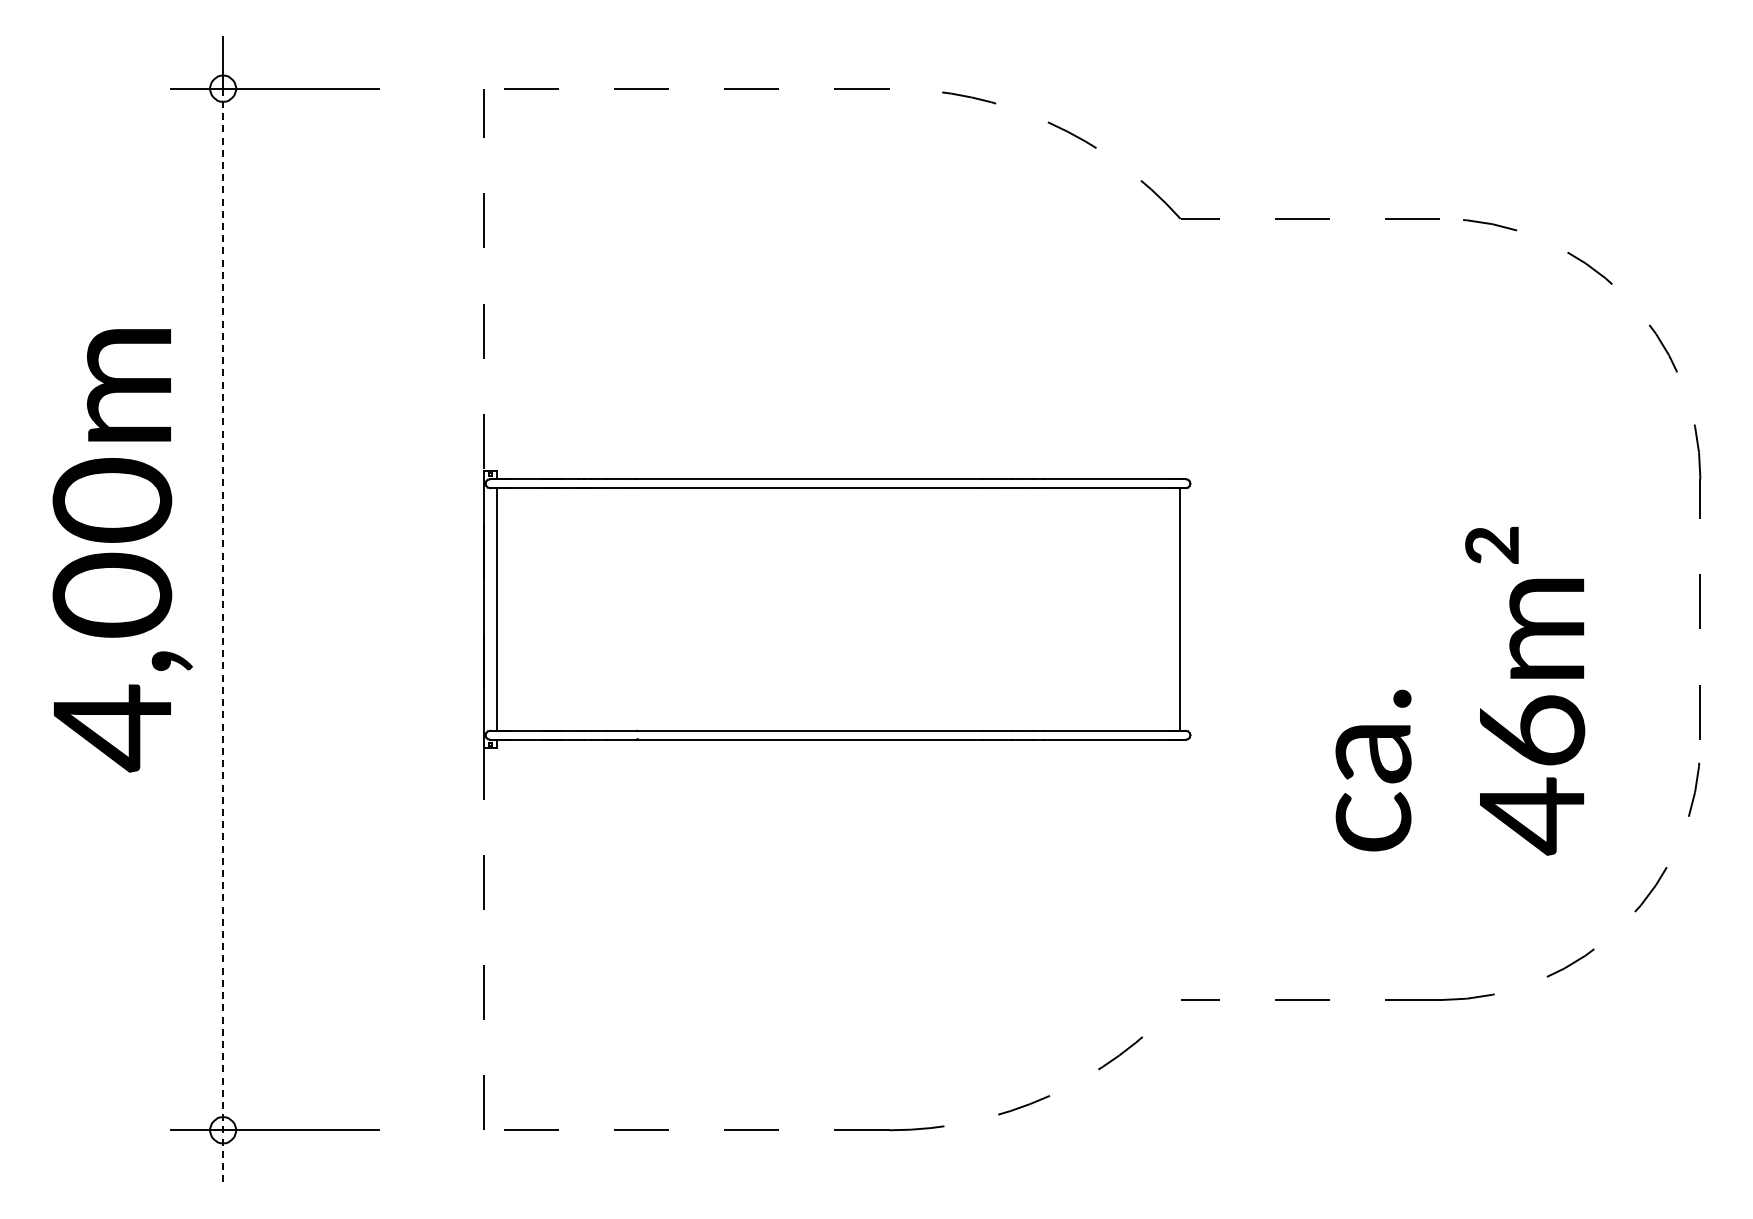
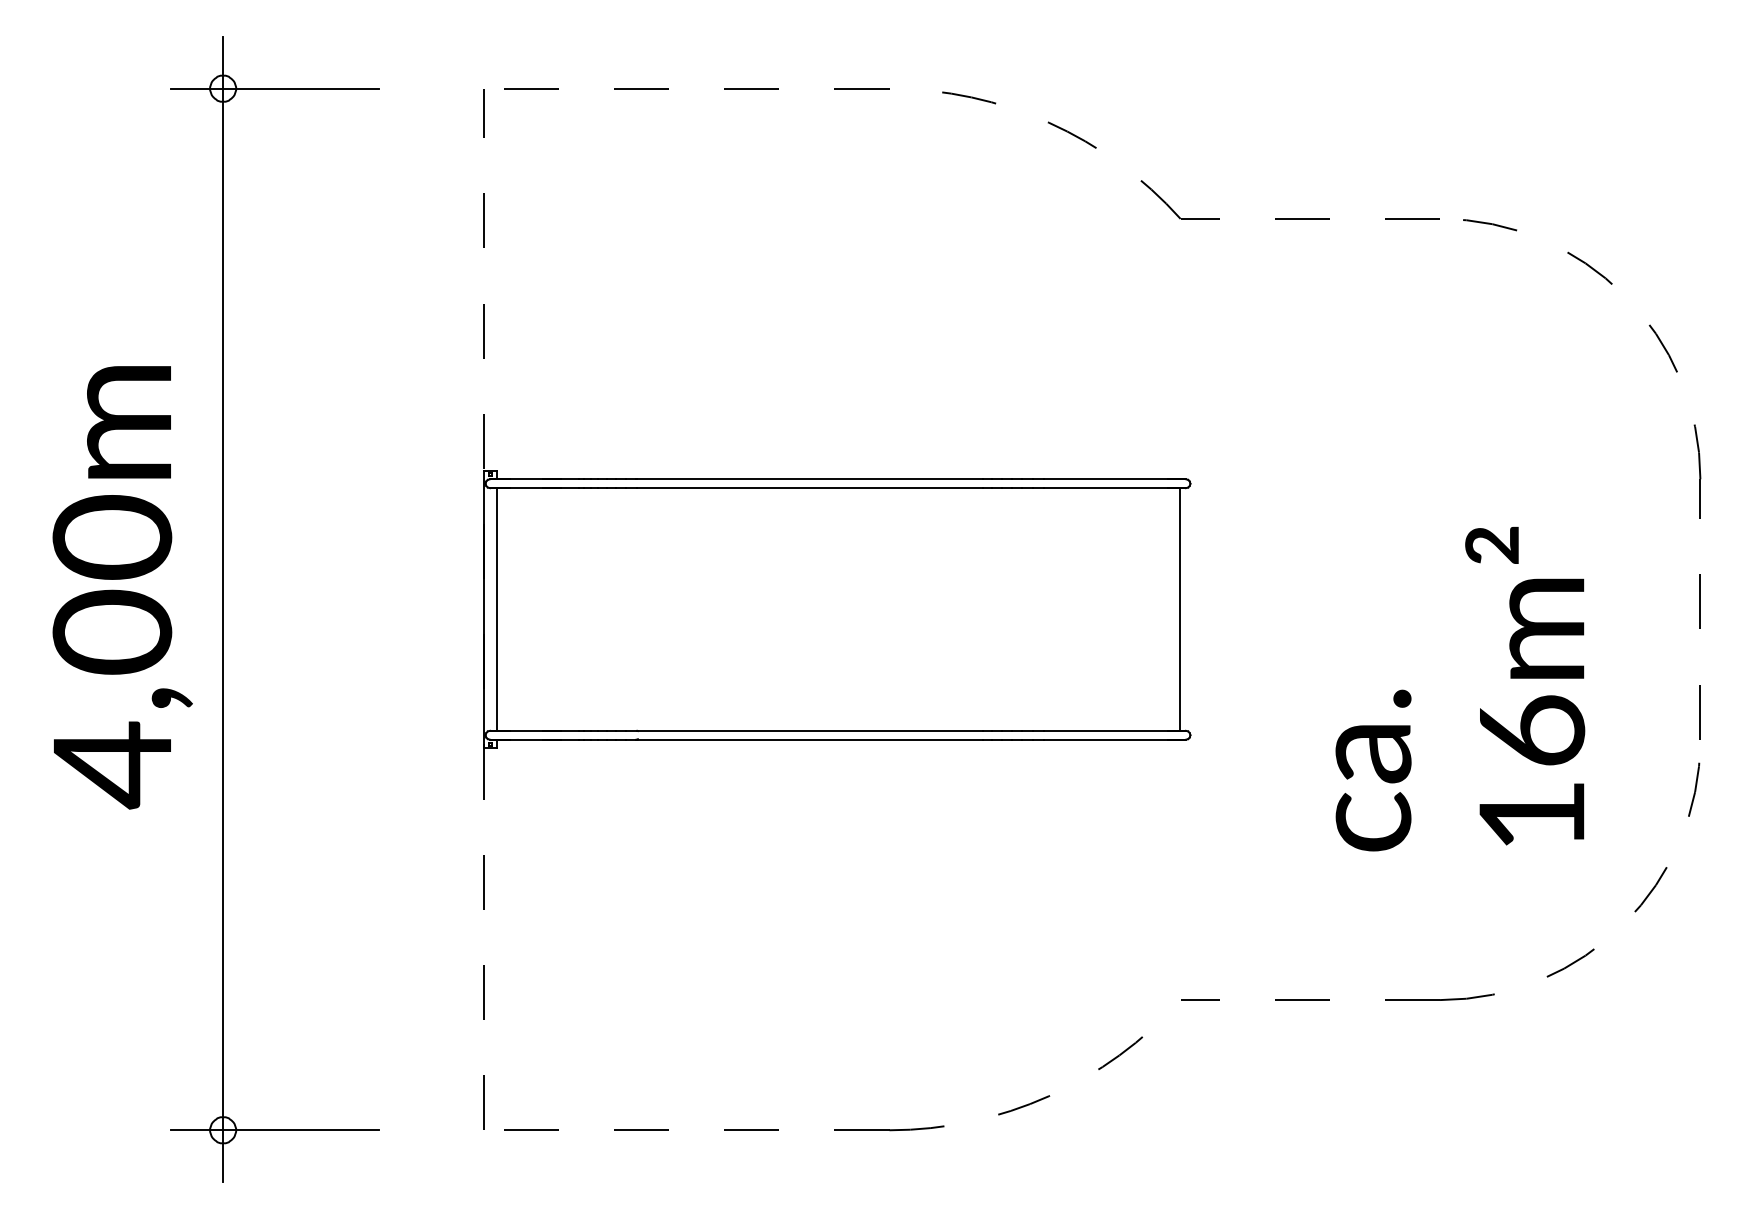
text at (122, 550) position: (122, 550) -> (122, 587)
line at (223, 635): dashed -> solid
text at (1531, 816): 46m² -> 16m²
